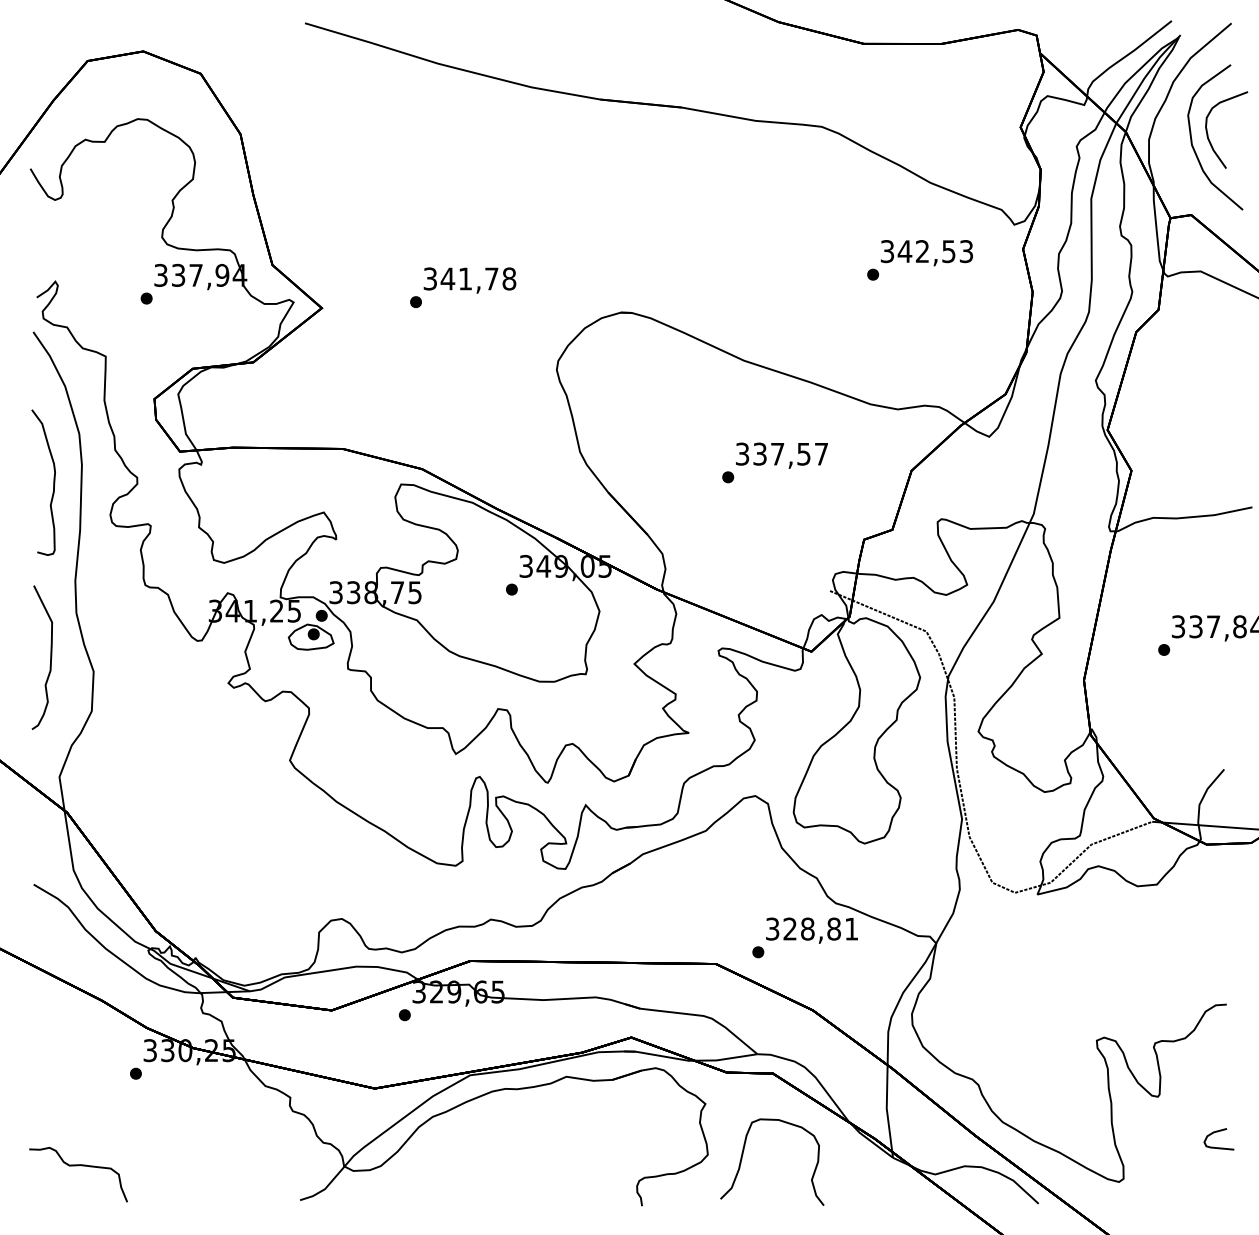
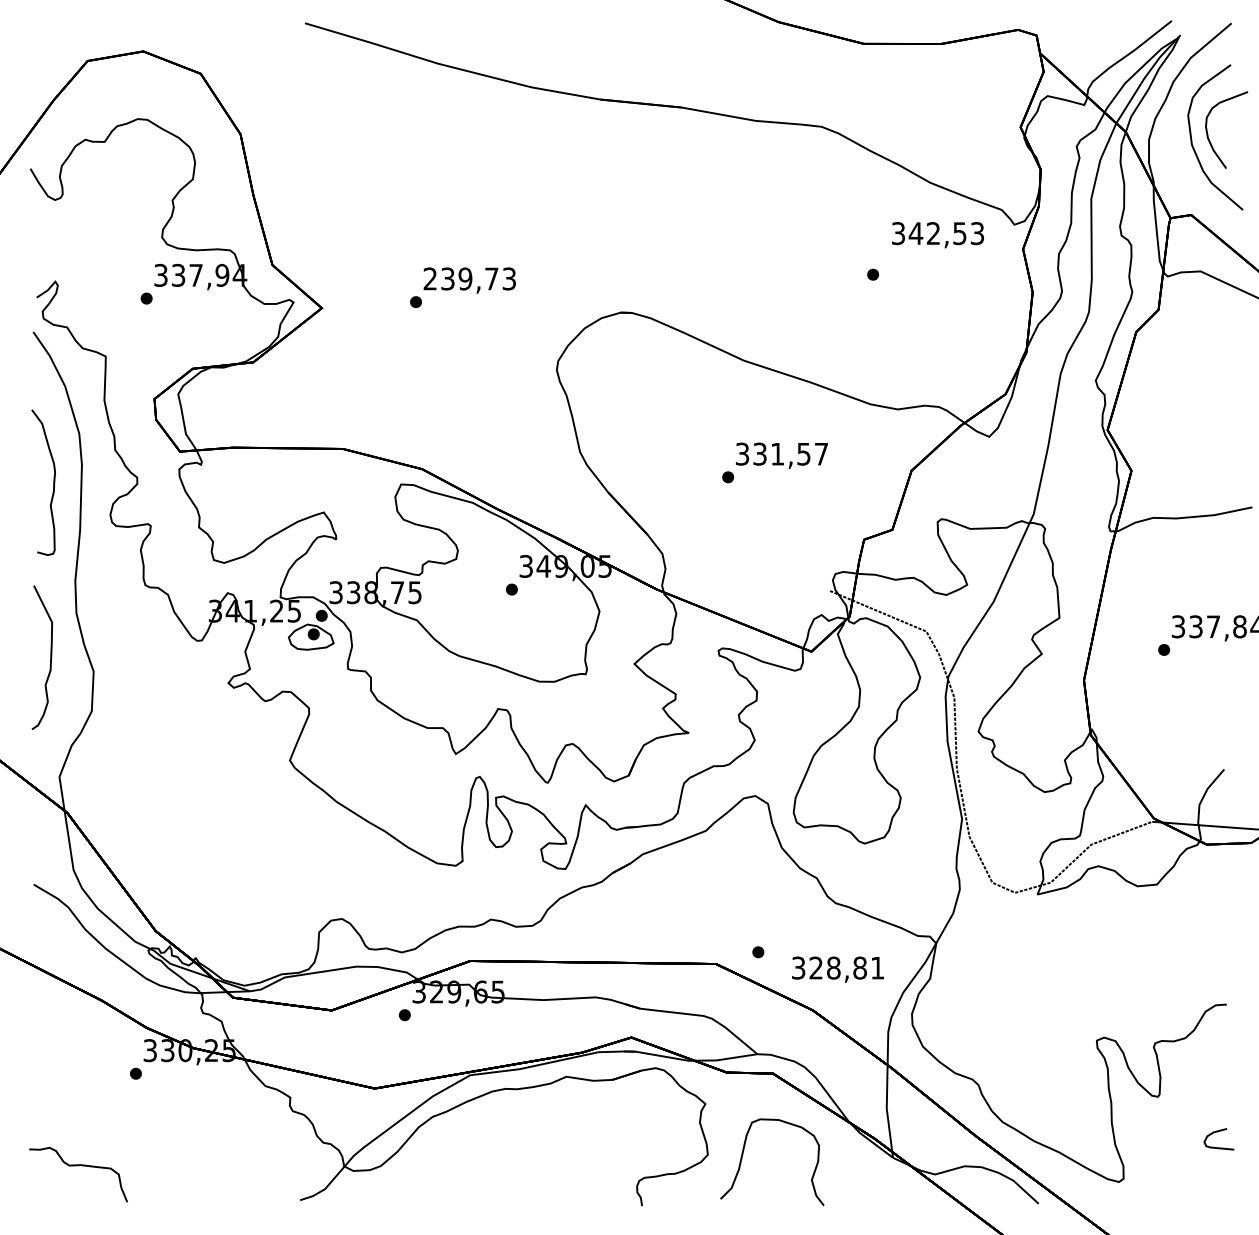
text at (926, 253) position: (926, 253) -> (937, 235)
text at (469, 278): 341,78 -> 239,73
text at (777, 454): 337,57 -> 331,57
text at (811, 930) position: (811, 930) -> (837, 969)
